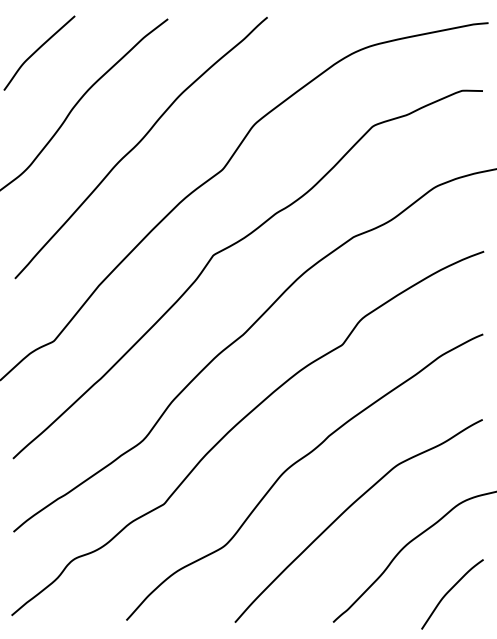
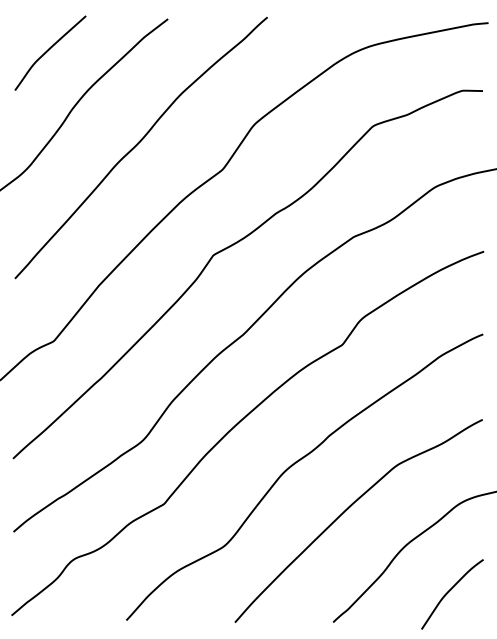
curve at (38, 50) position: (38, 50) -> (49, 50)
